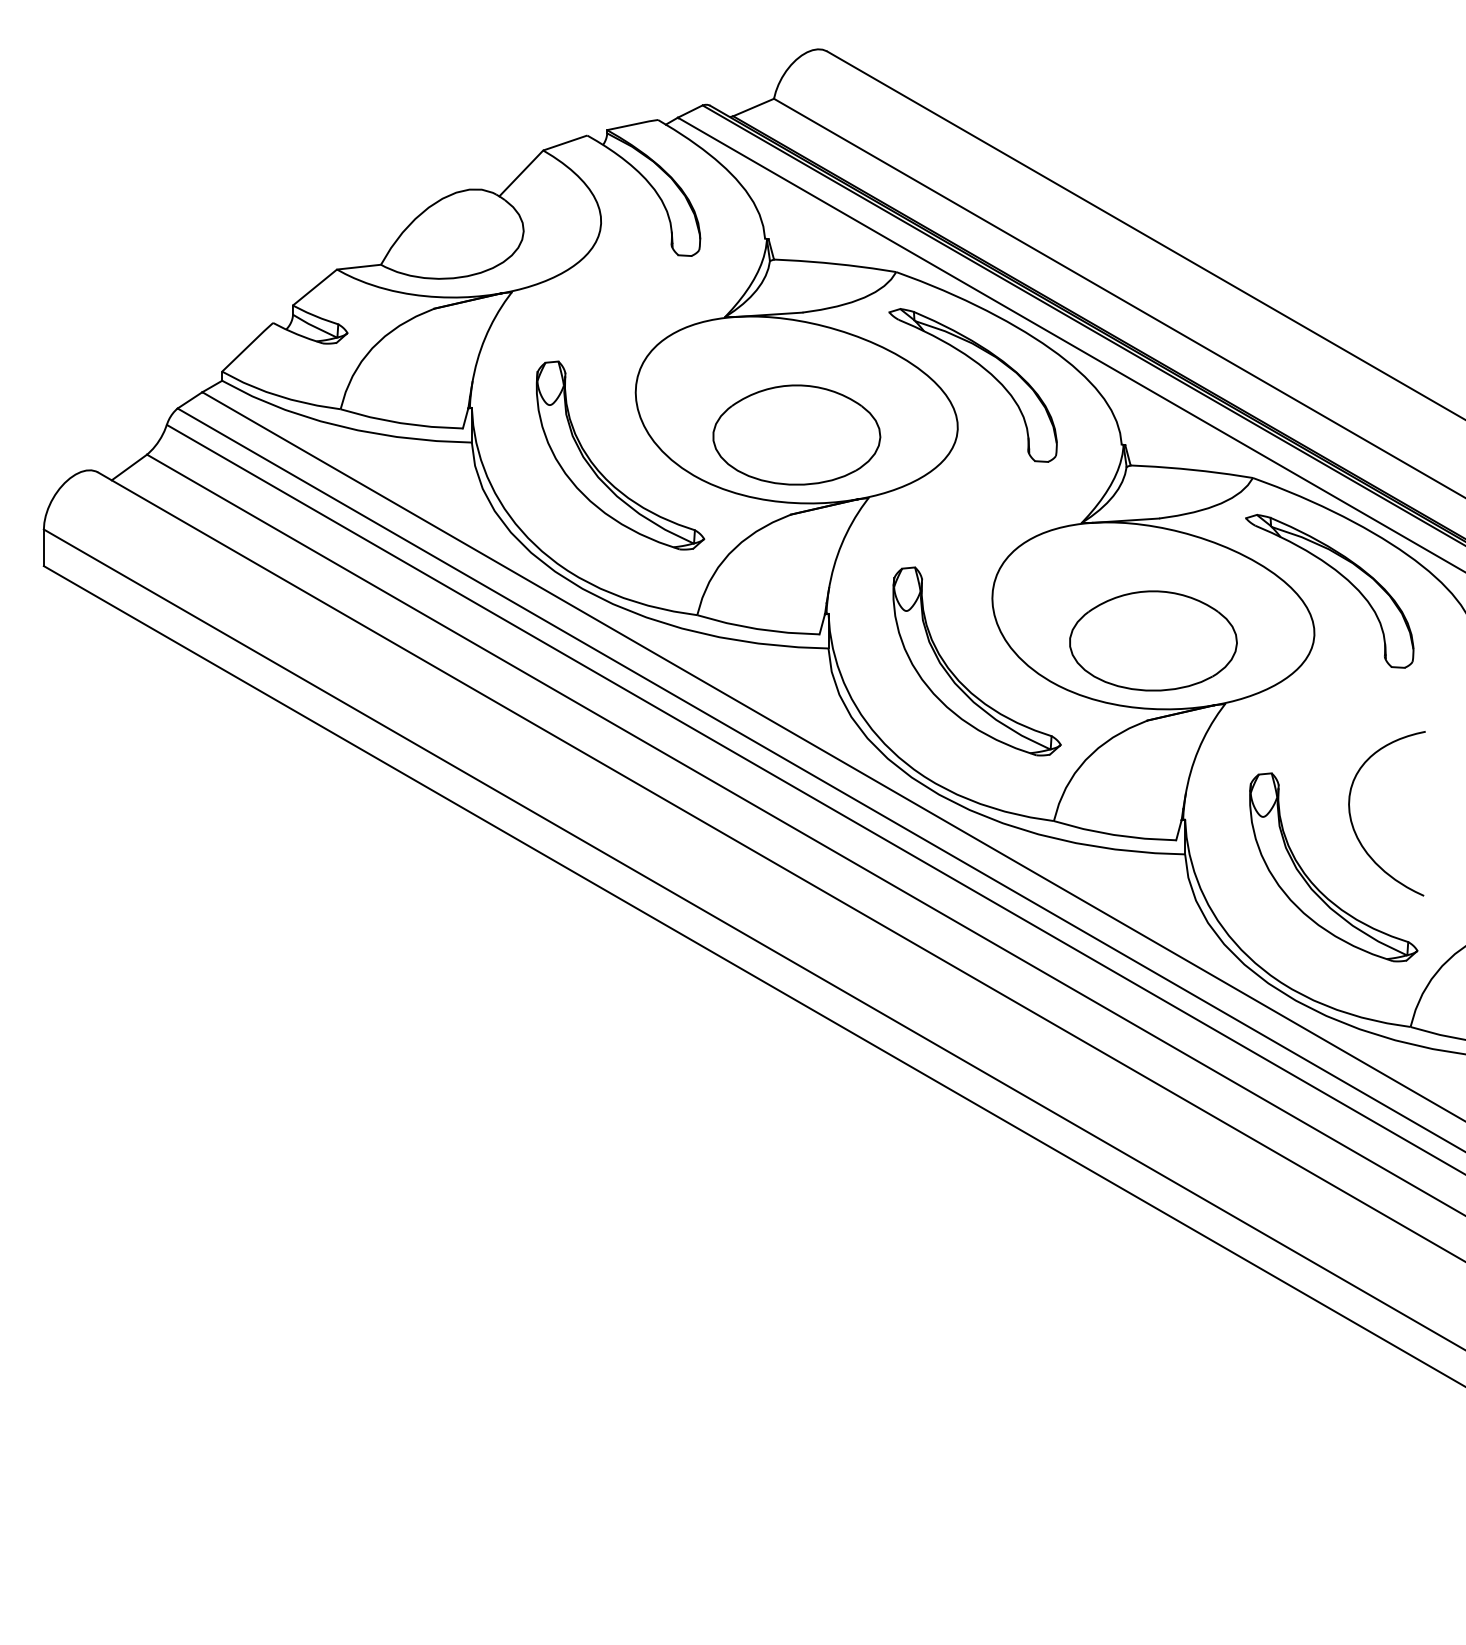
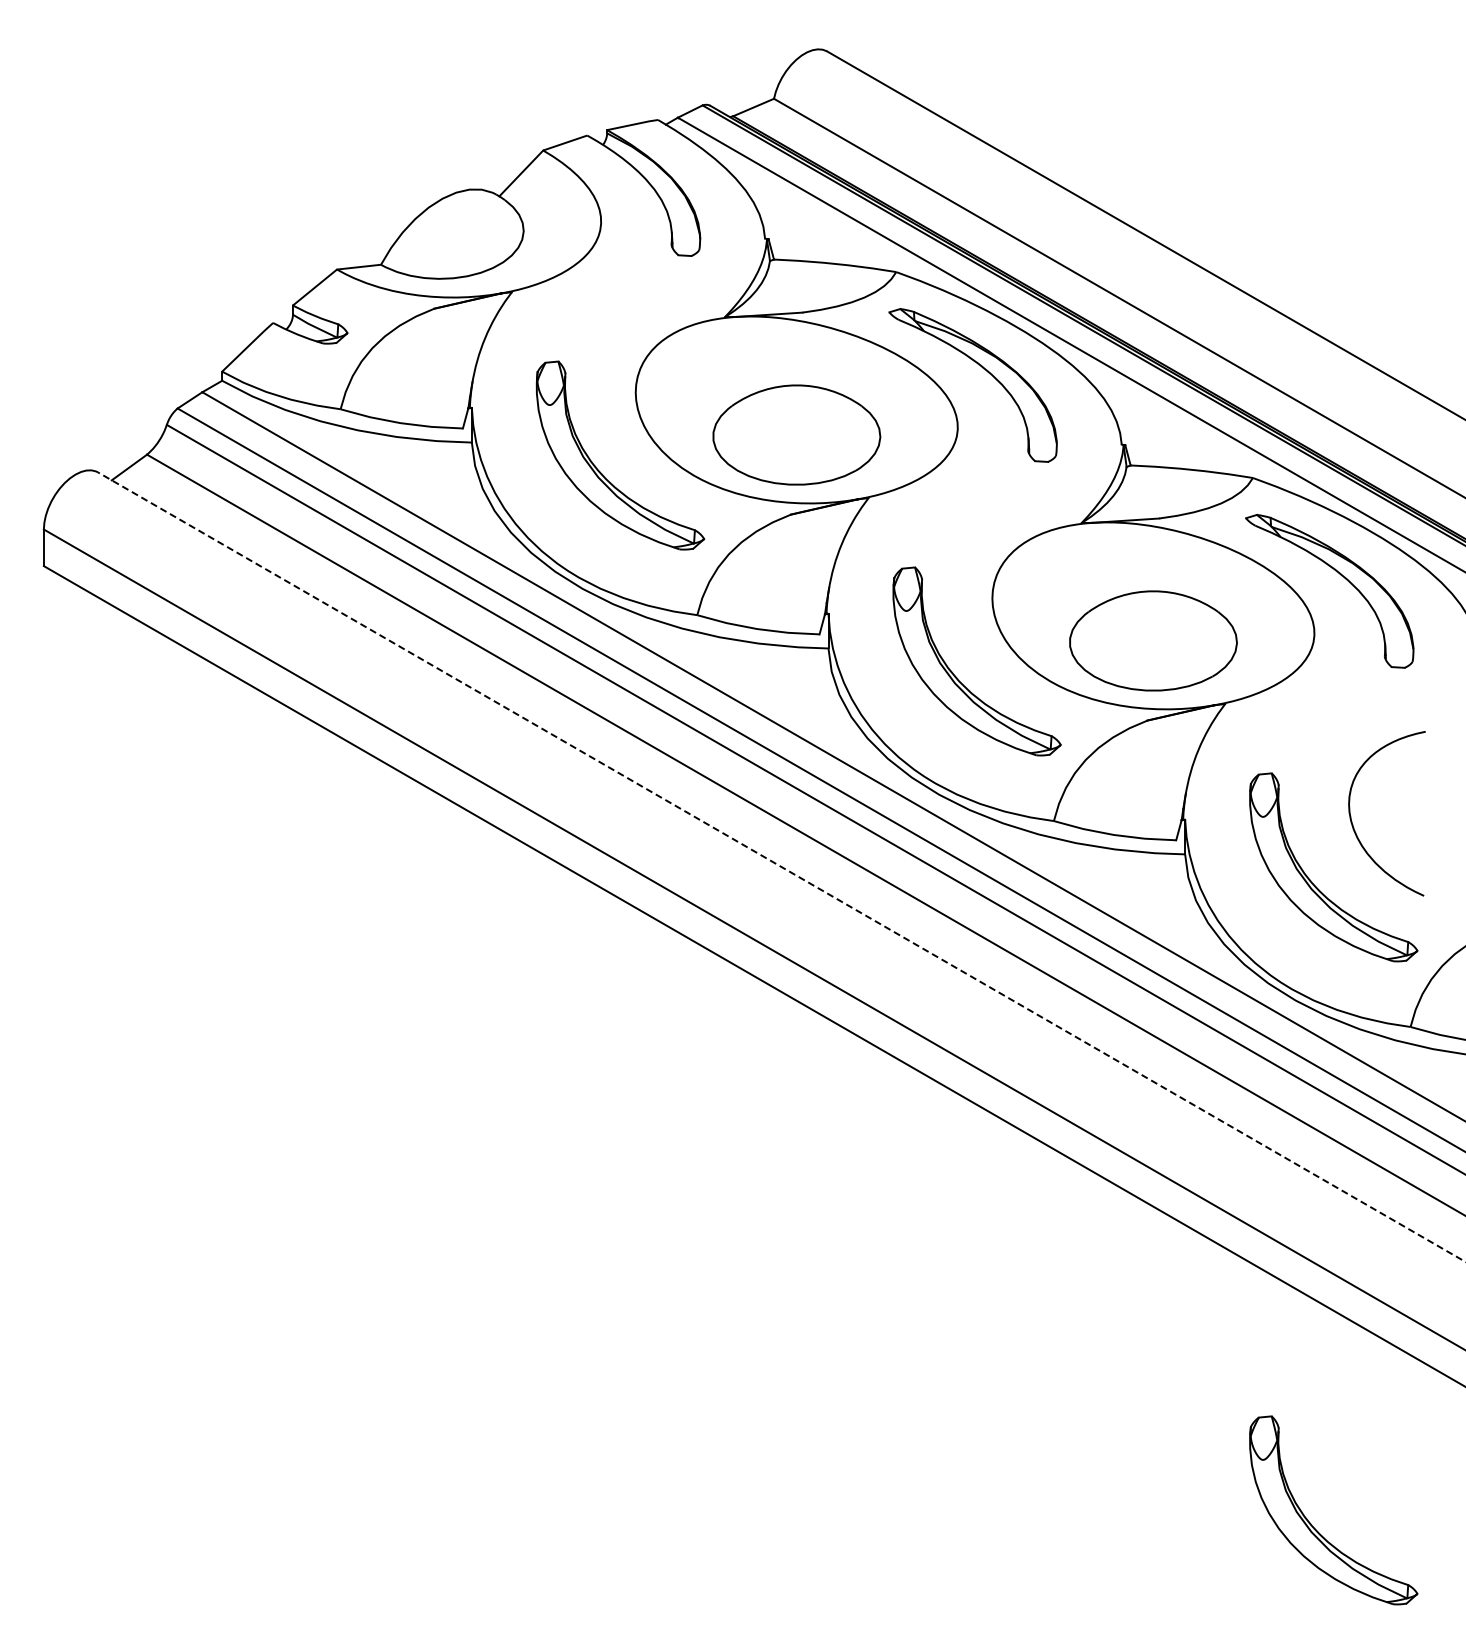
line at (781, 867): solid -> dashed
part at (1315, 1528): none -> present
